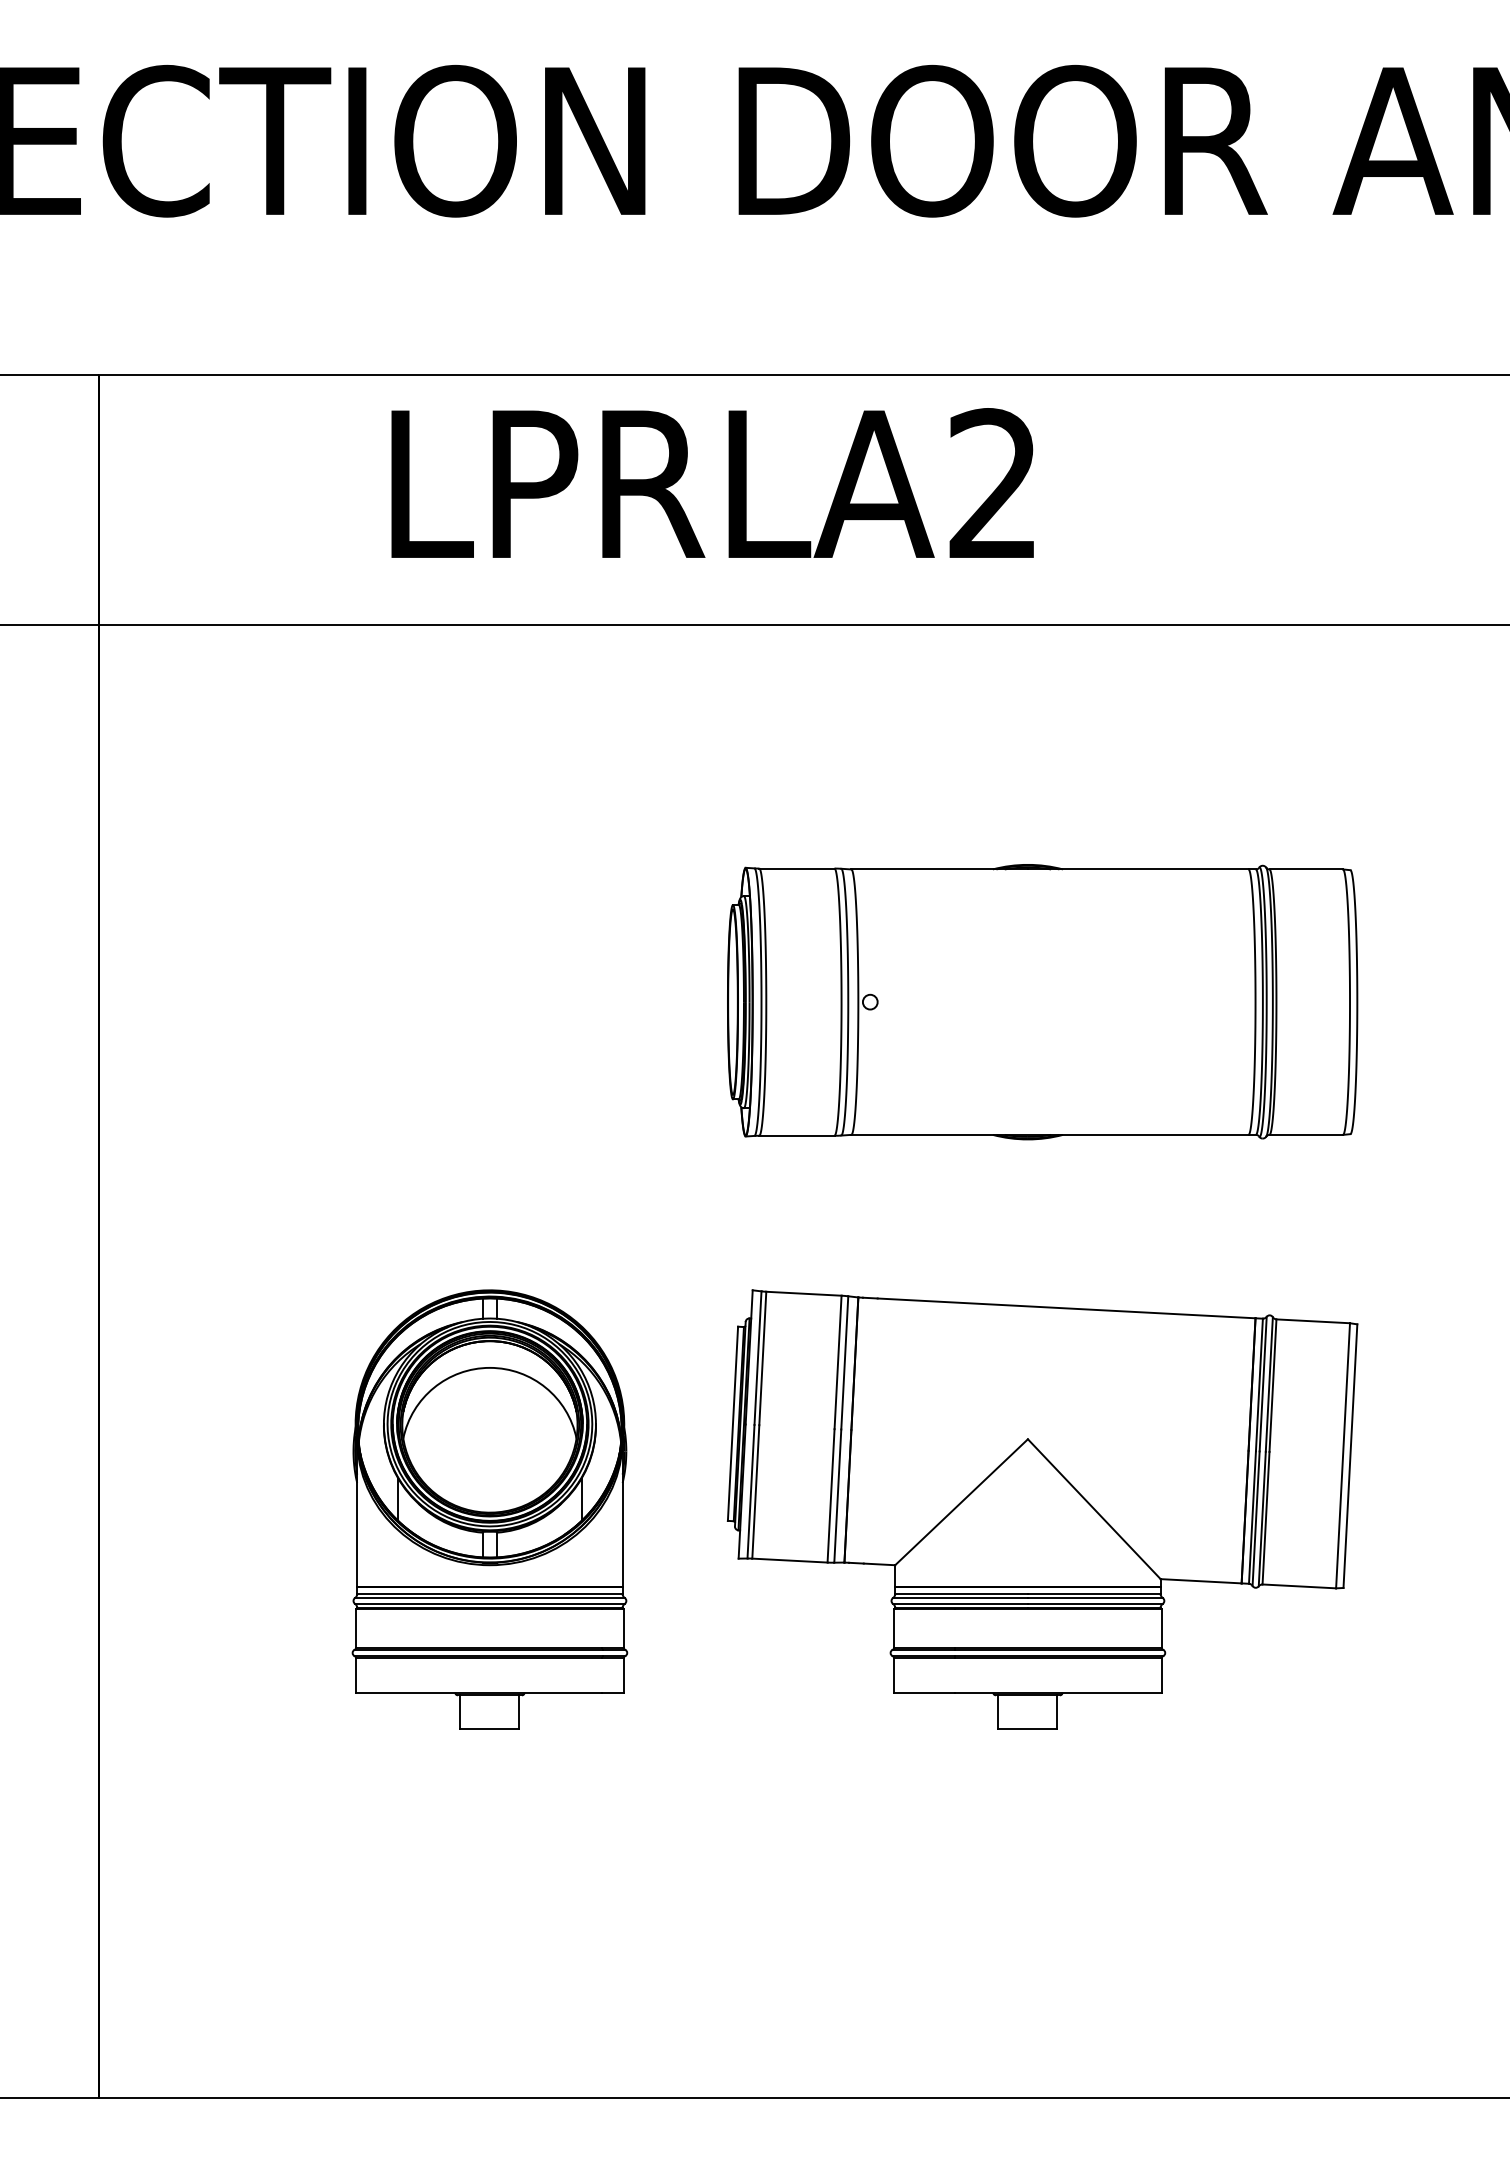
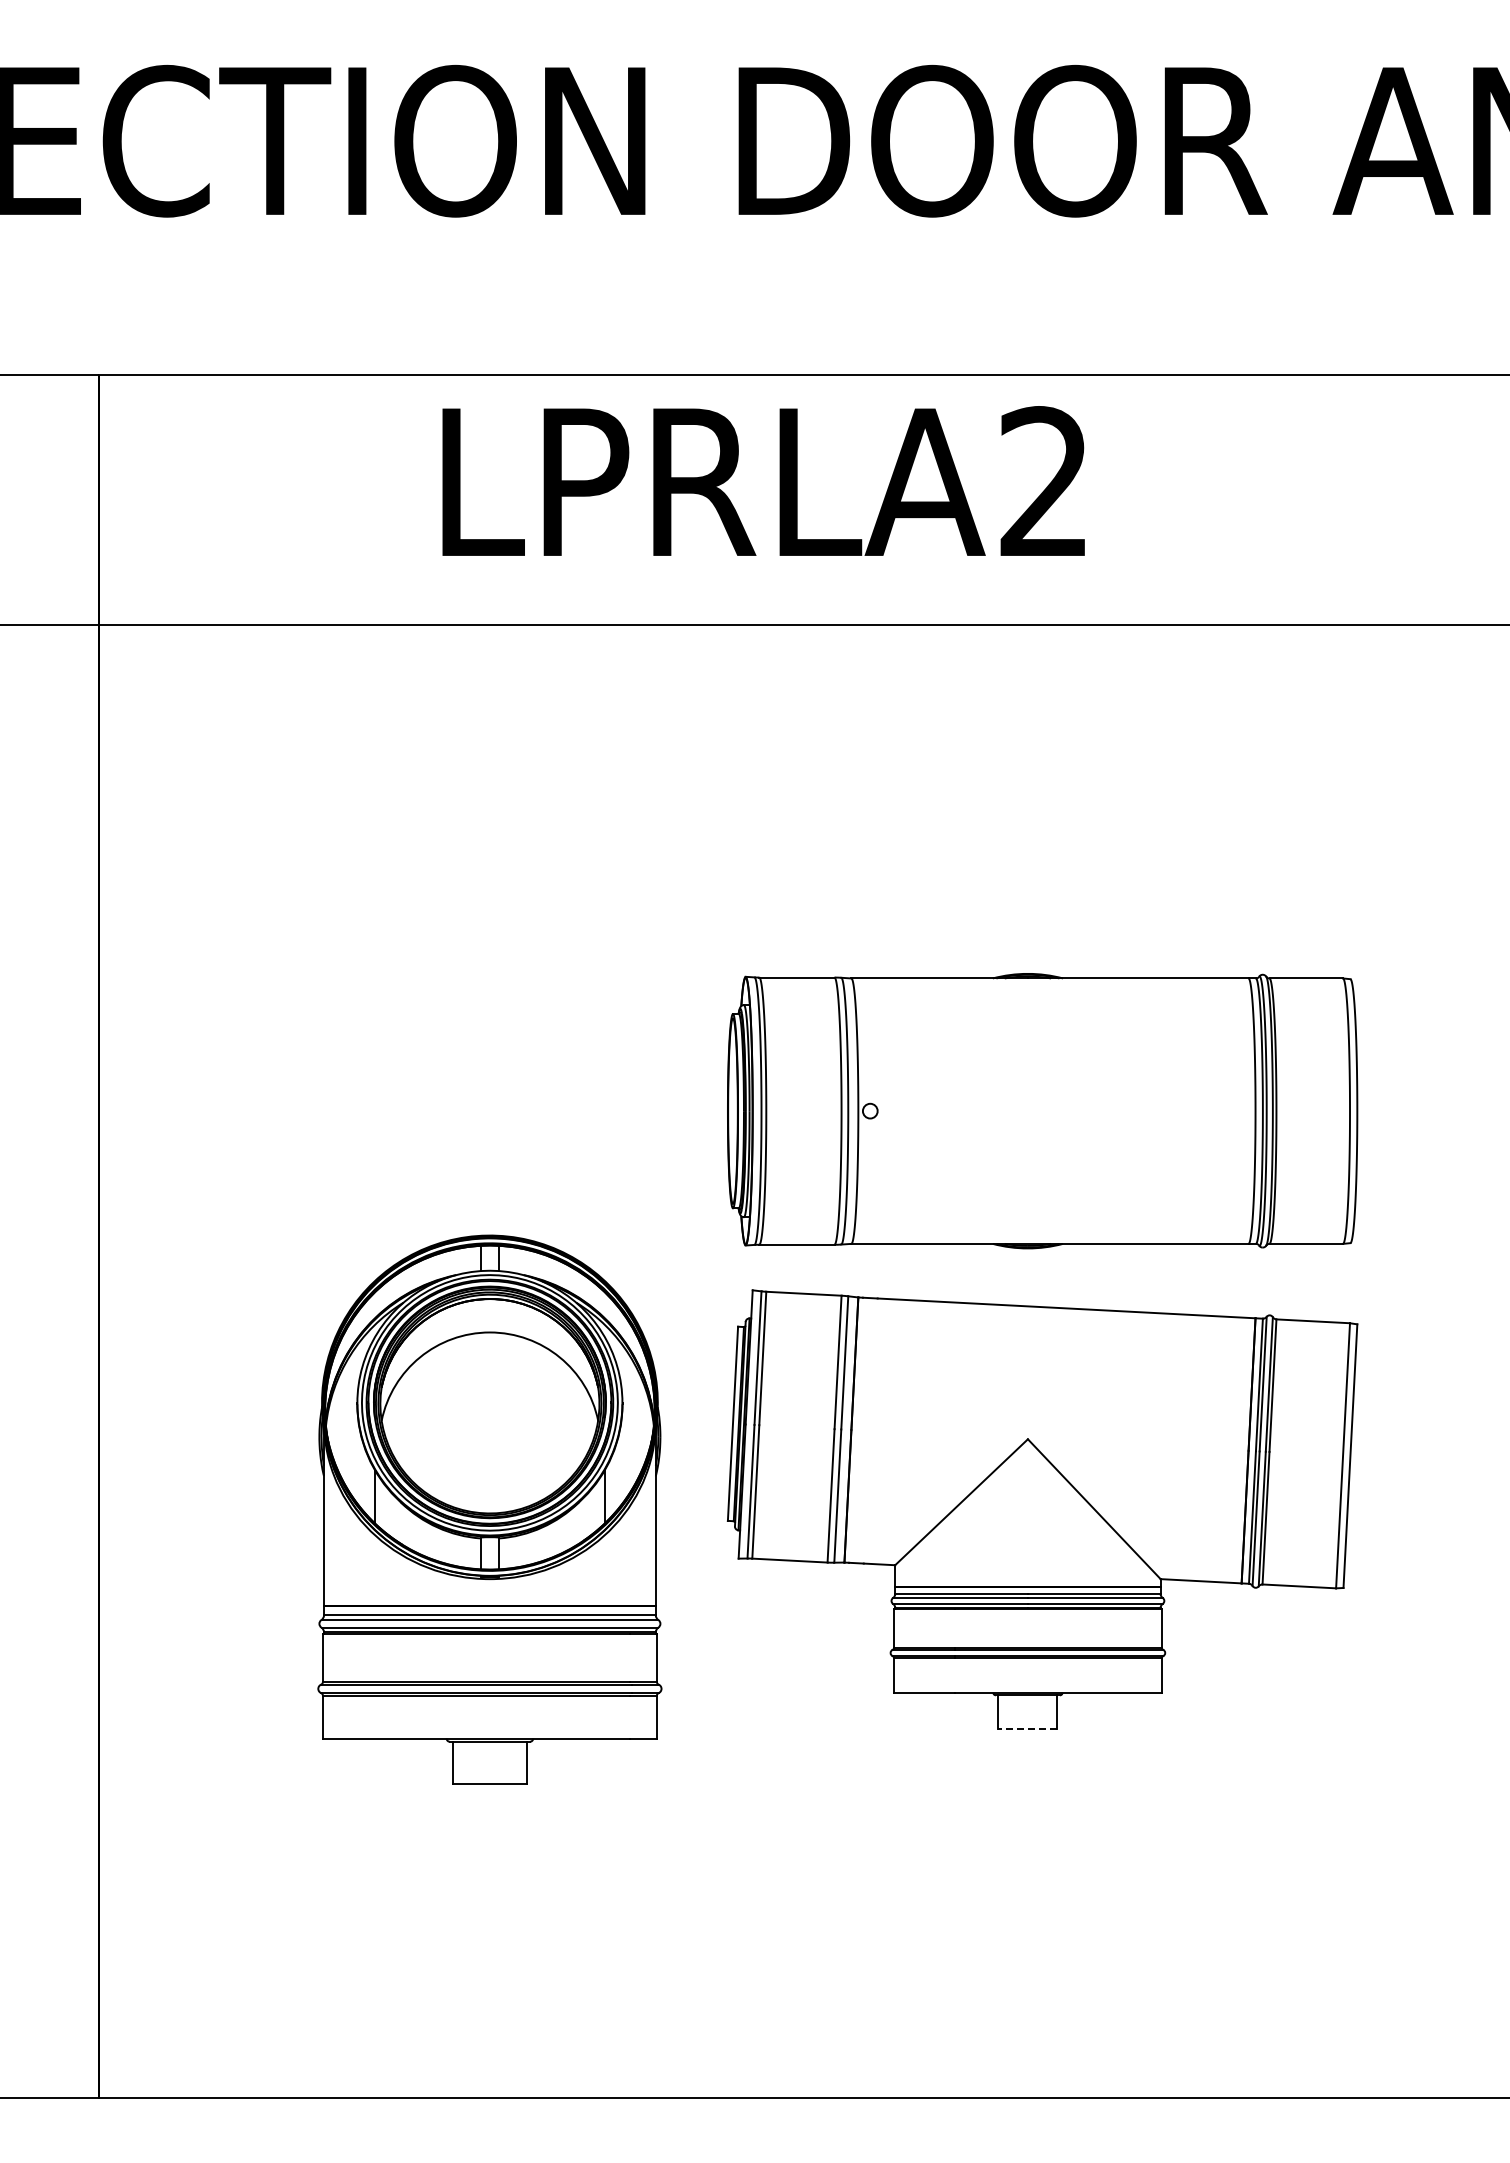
text at (712, 482) position: (712, 482) -> (763, 480)
part at (1042, 1002) position: (1042, 1002) -> (1042, 1111)
part at (489, 1509) size: 278x441 px -> 346x551 px
line at (1027, 1728): solid -> dashed
